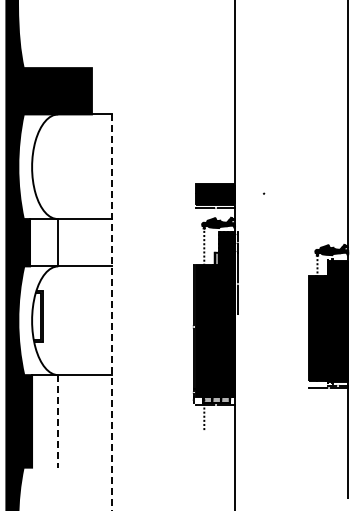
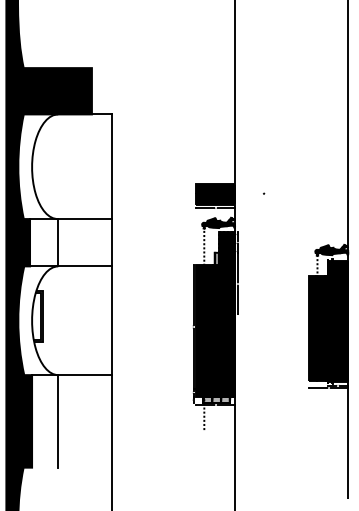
line at (111, 312): dashed -> solid
line at (58, 421): dashed -> solid
